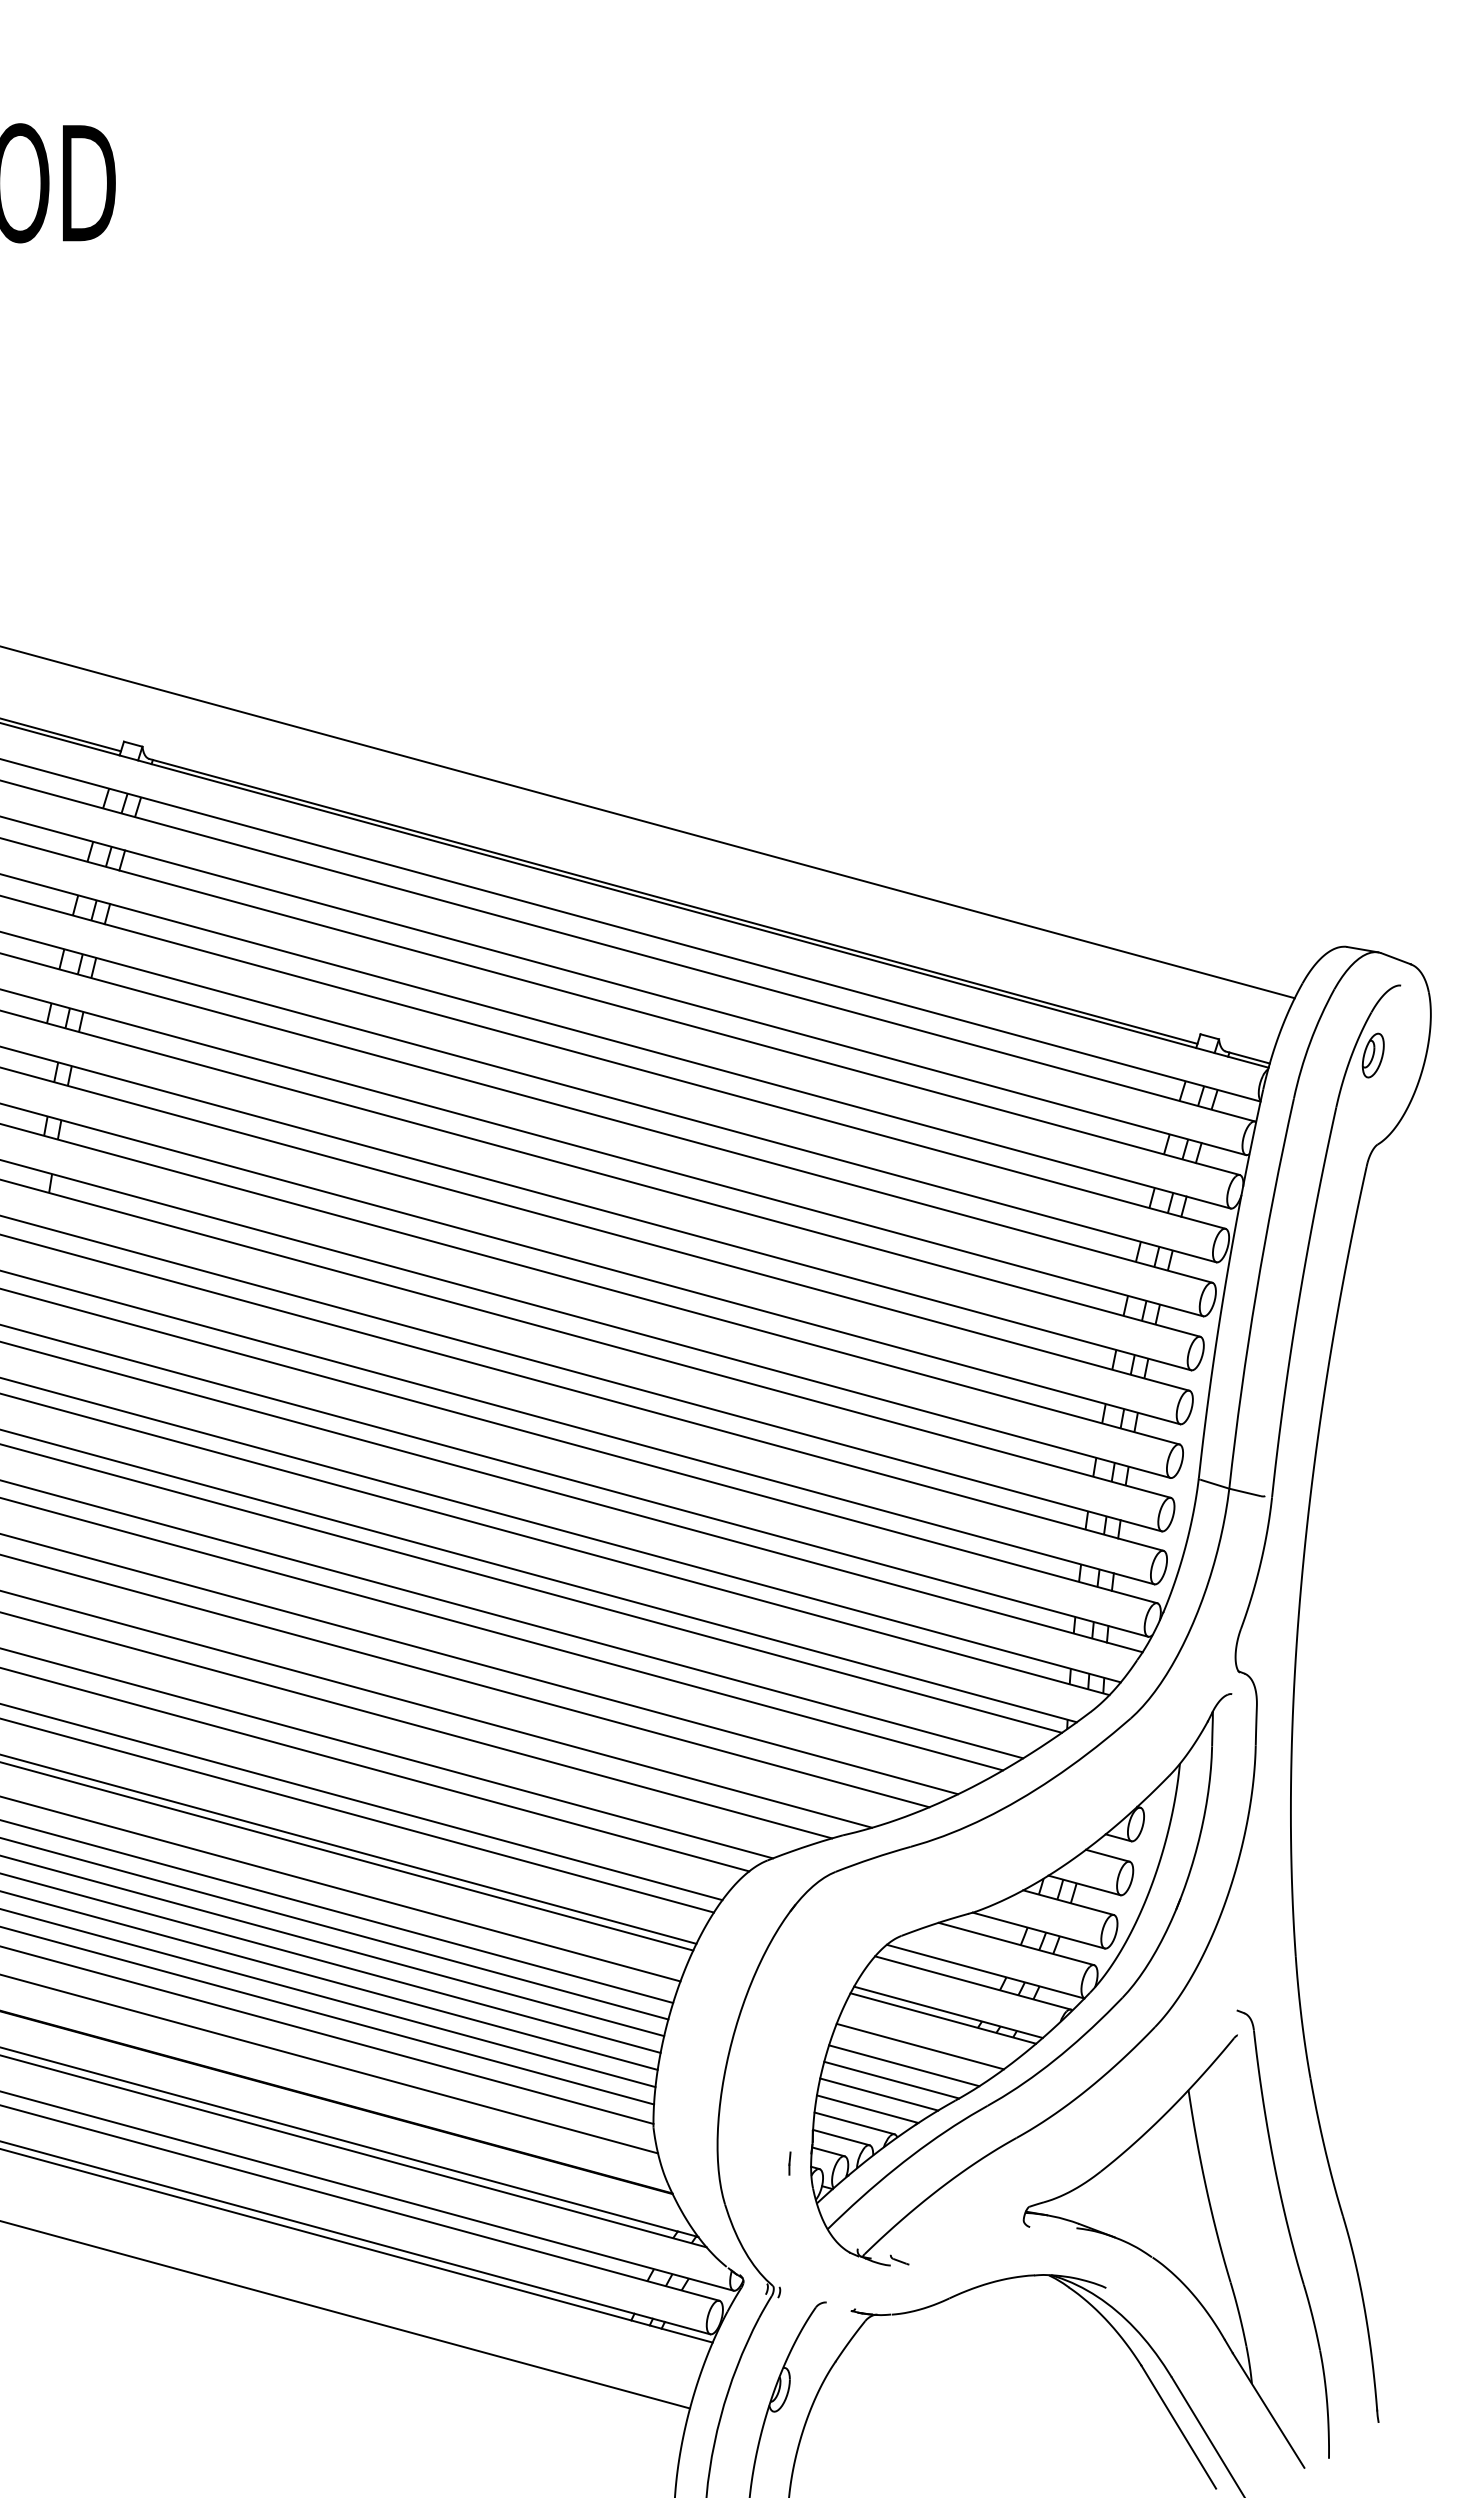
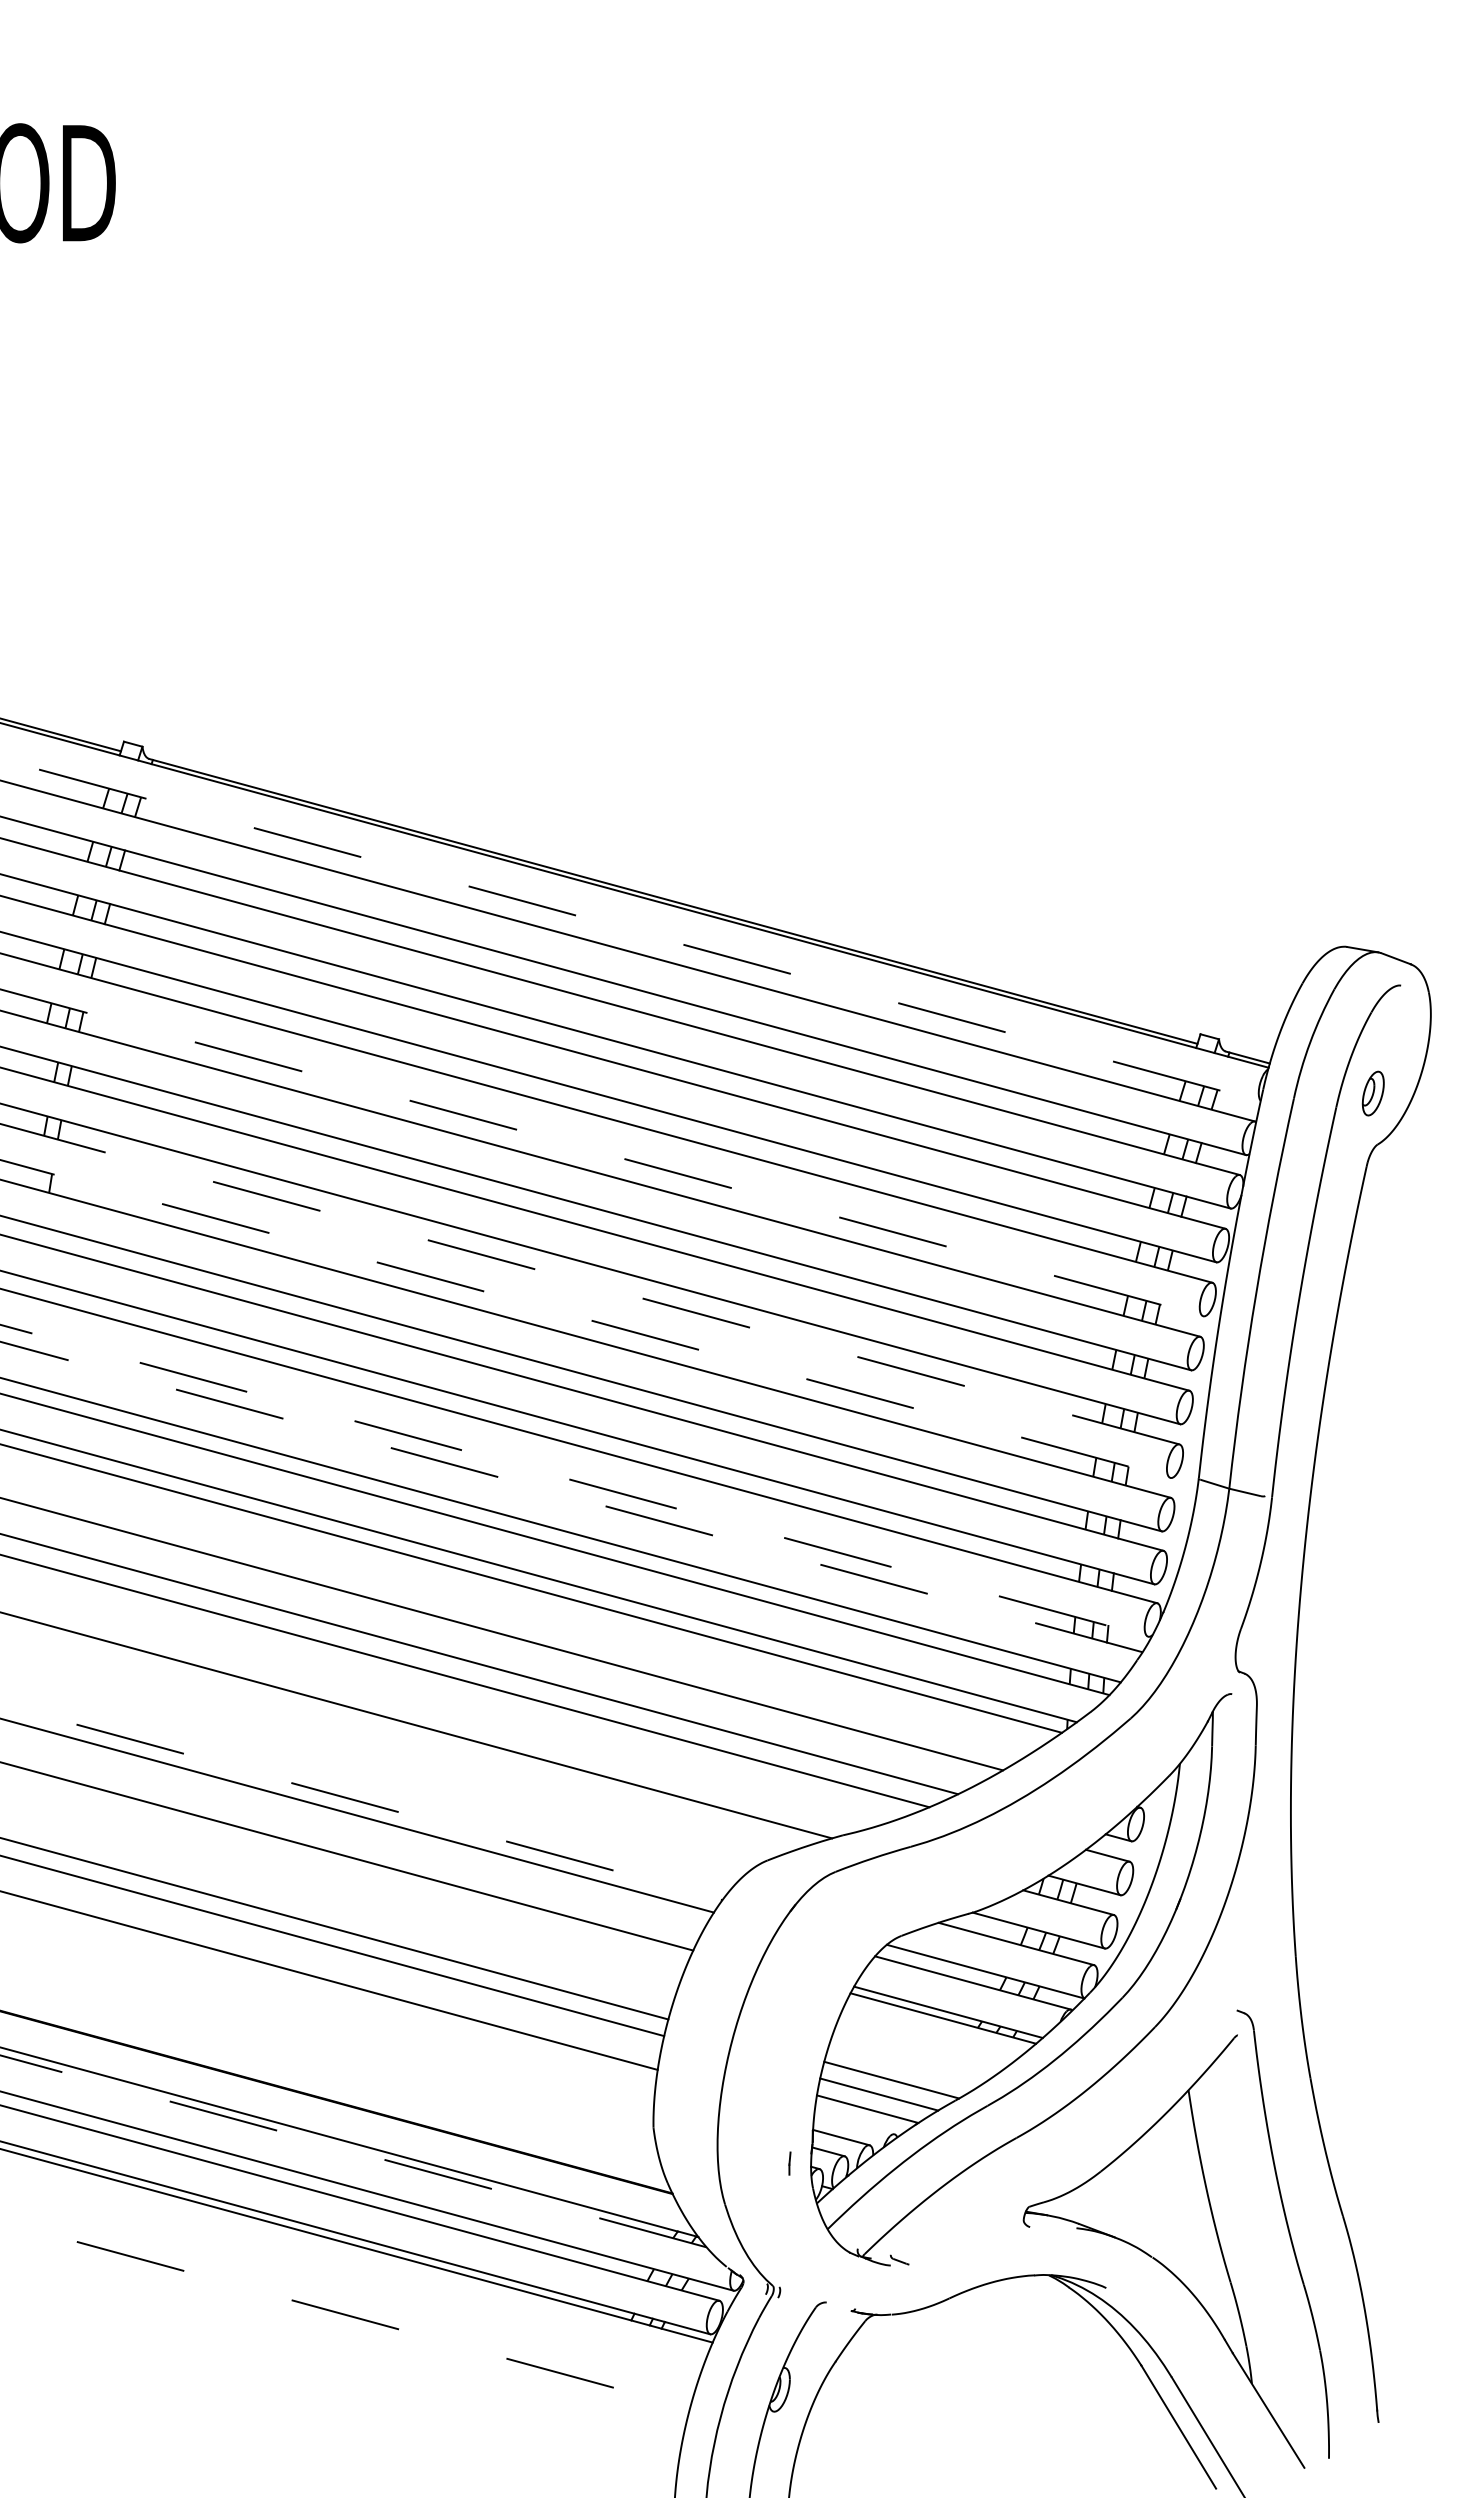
line at (648, 822): present -> none
line at (630, 930): solid -> dashed
part at (1372, 1055) position: (1372, 1055) -> (1372, 1093)
line at (602, 1152): solid -> dashed
line at (590, 1284): solid -> dashed
line at (585, 1319): solid -> dashed
line at (574, 1480): solid -> dashed
line at (571, 1497): solid -> dashed
line at (512, 1619): present -> none
line at (437, 1709): present -> none
line at (387, 1753): present -> none
line at (375, 1769): present -> none
line at (361, 1802): solid -> dashed
line at (349, 1849): present -> none
line at (341, 1889): present -> none
line at (337, 1911): present -> none
line at (331, 1963): present -> none
line at (328, 1998): present -> none
line at (328, 2015): present -> none
line at (327, 2034): present -> none
line at (919, 2046): present -> none
line at (330, 2064): present -> none
line at (904, 2065): present -> none
line at (854, 2123): present -> none
line at (353, 2151): solid -> dashed
line at (345, 2314): solid -> dashed
